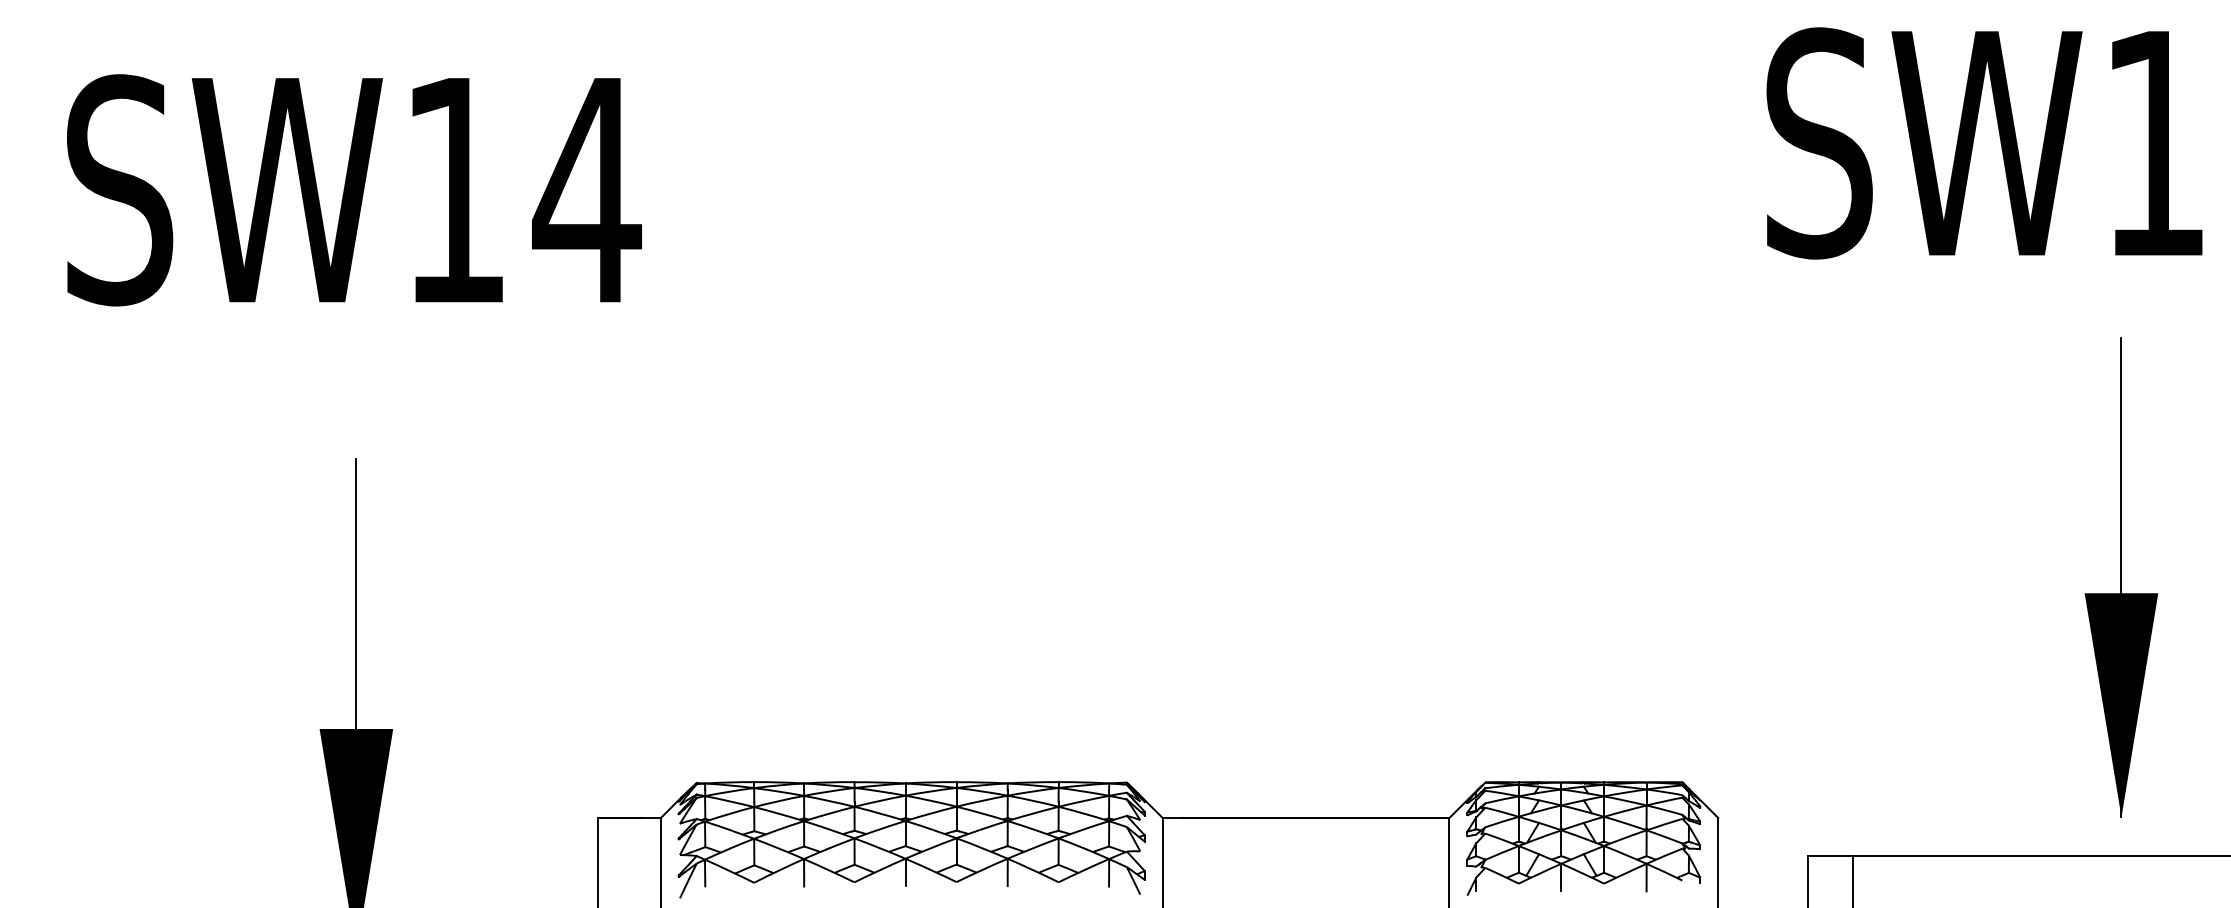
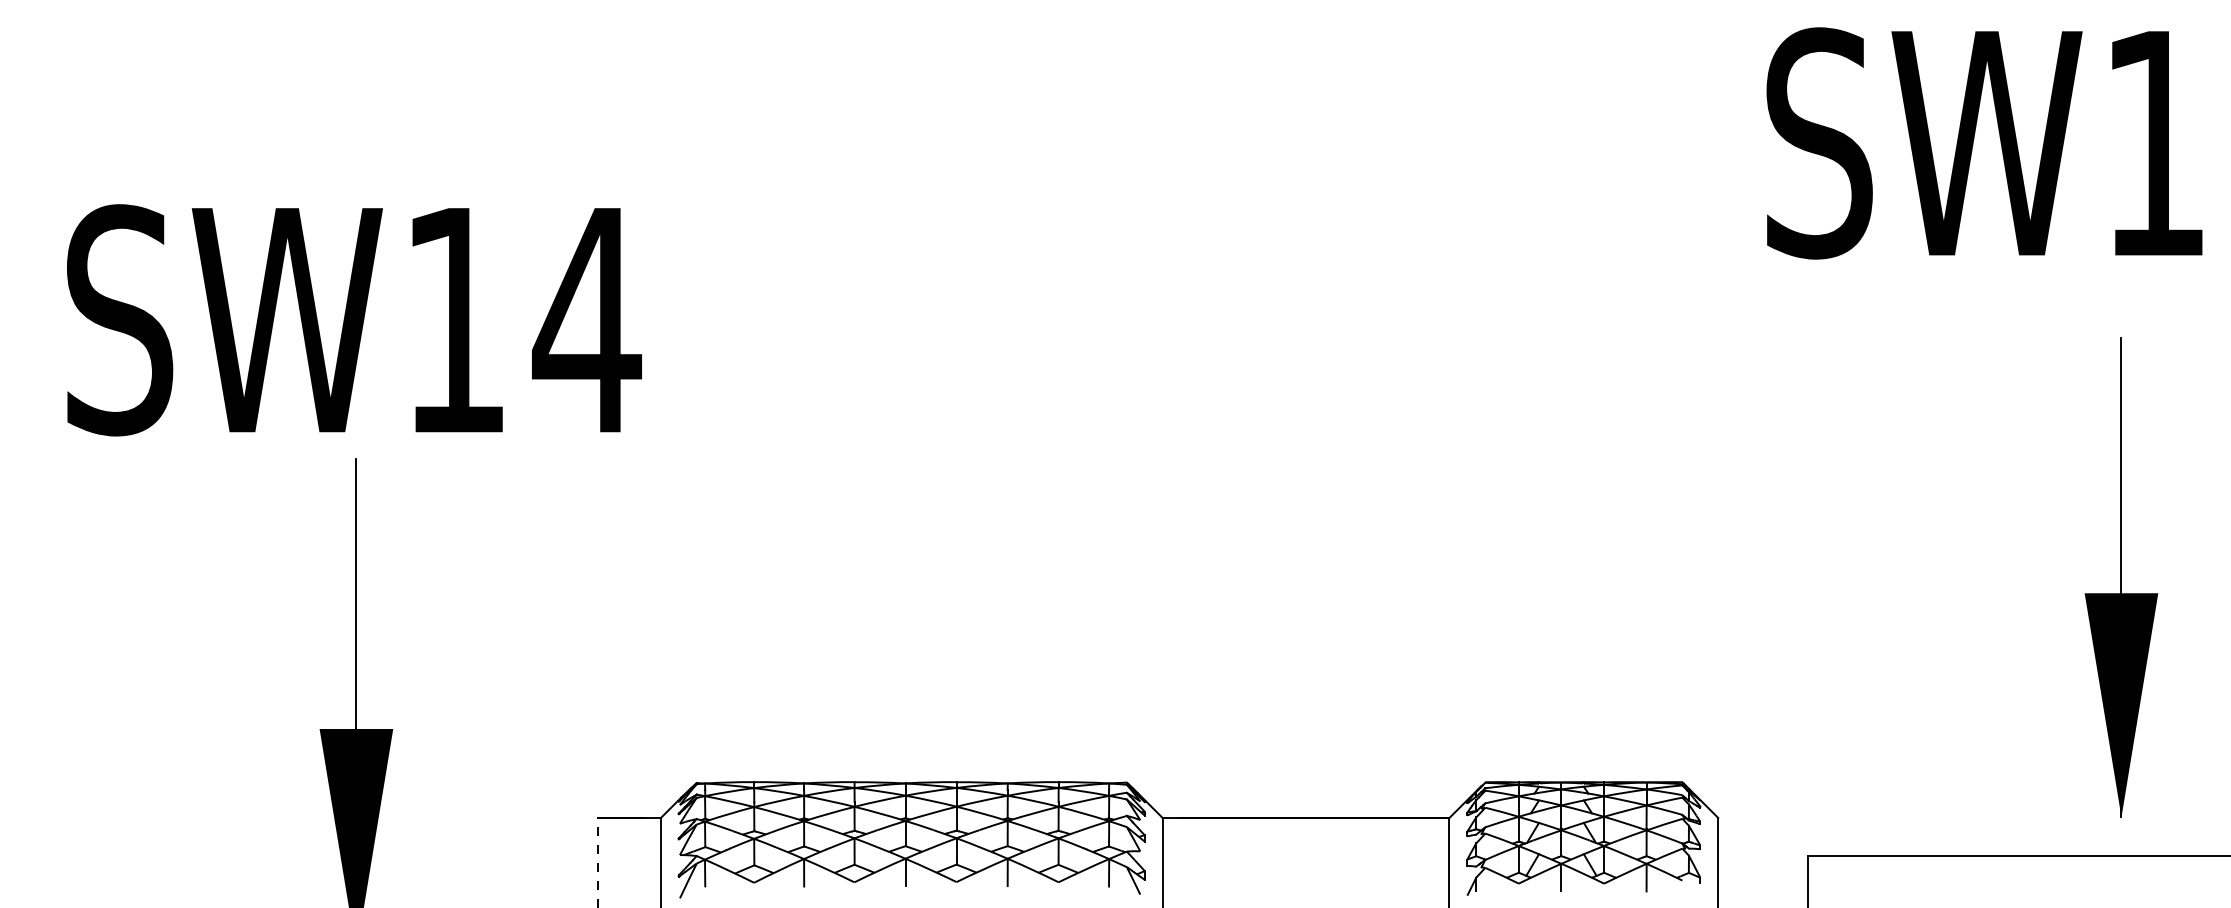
text at (354, 190) position: (354, 190) -> (354, 320)
line at (598, 862): solid -> dashed
line at (1852, 880): present -> none
